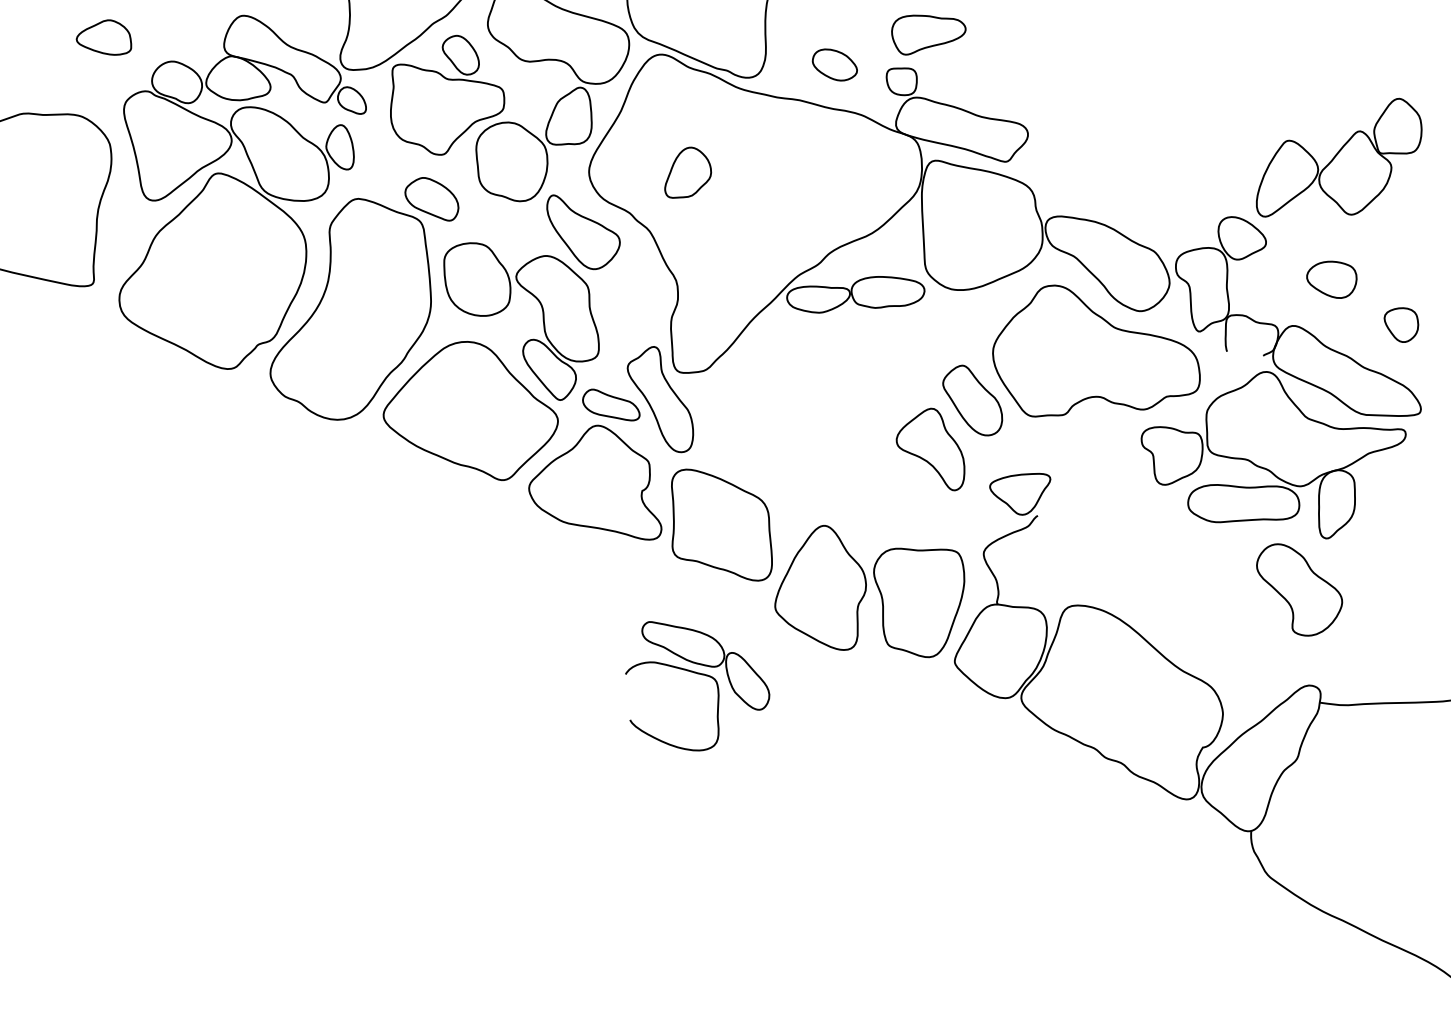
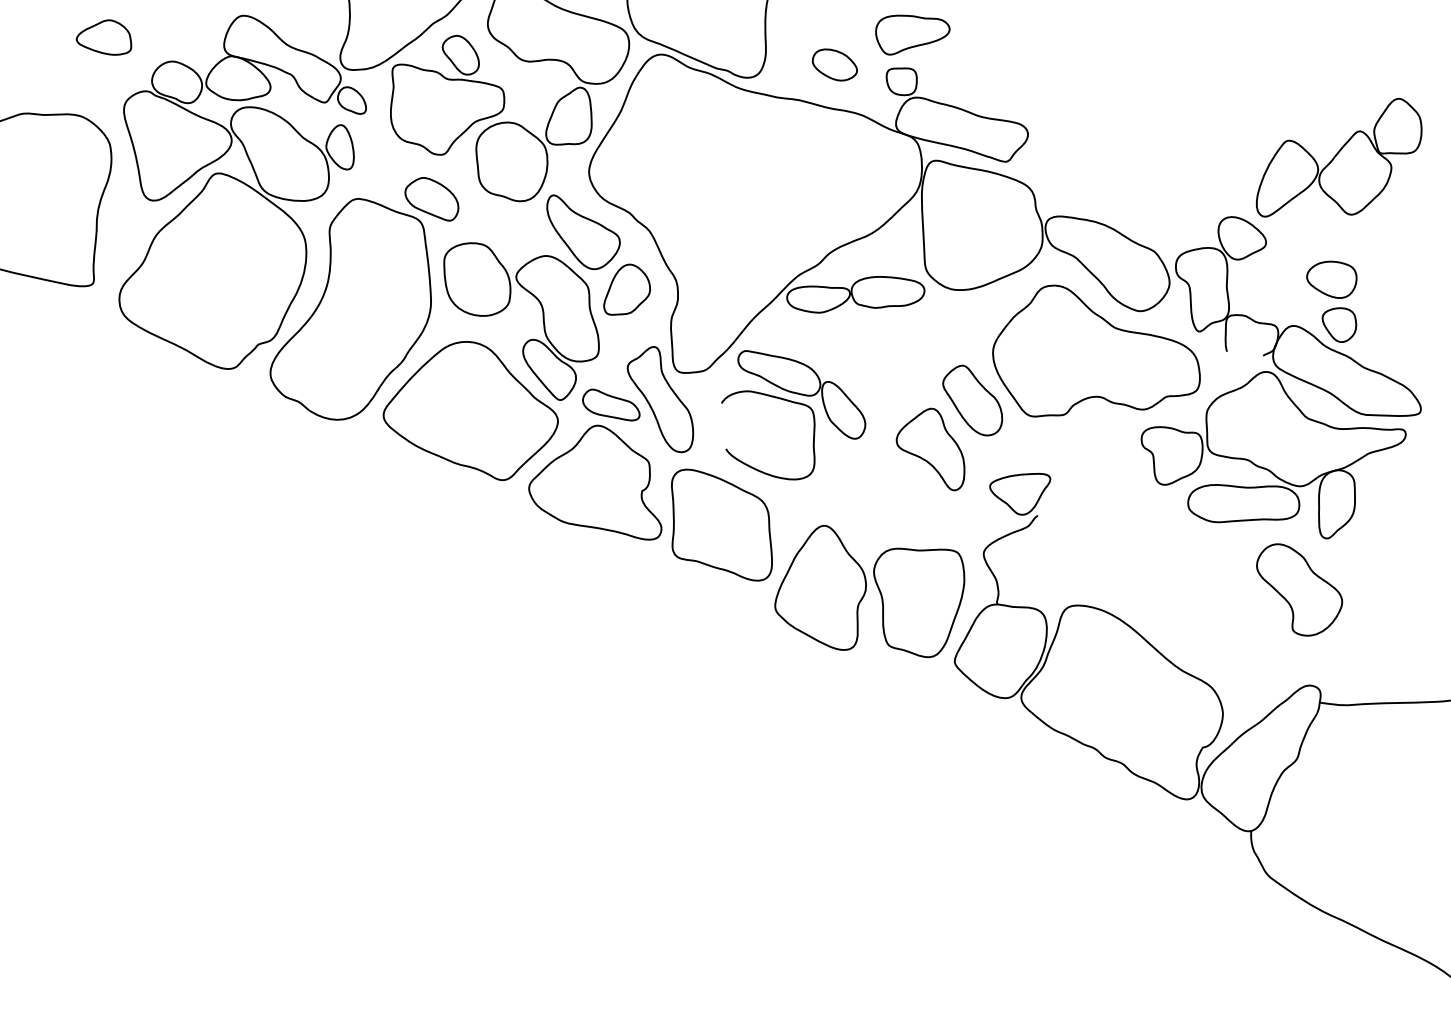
part at (928, 34) position: (928, 34) -> (912, 34)
part at (688, 172) position: (688, 172) -> (627, 289)
part at (1401, 324) position: (1401, 324) -> (1339, 324)
part at (697, 674) position: (697, 674) -> (793, 403)
